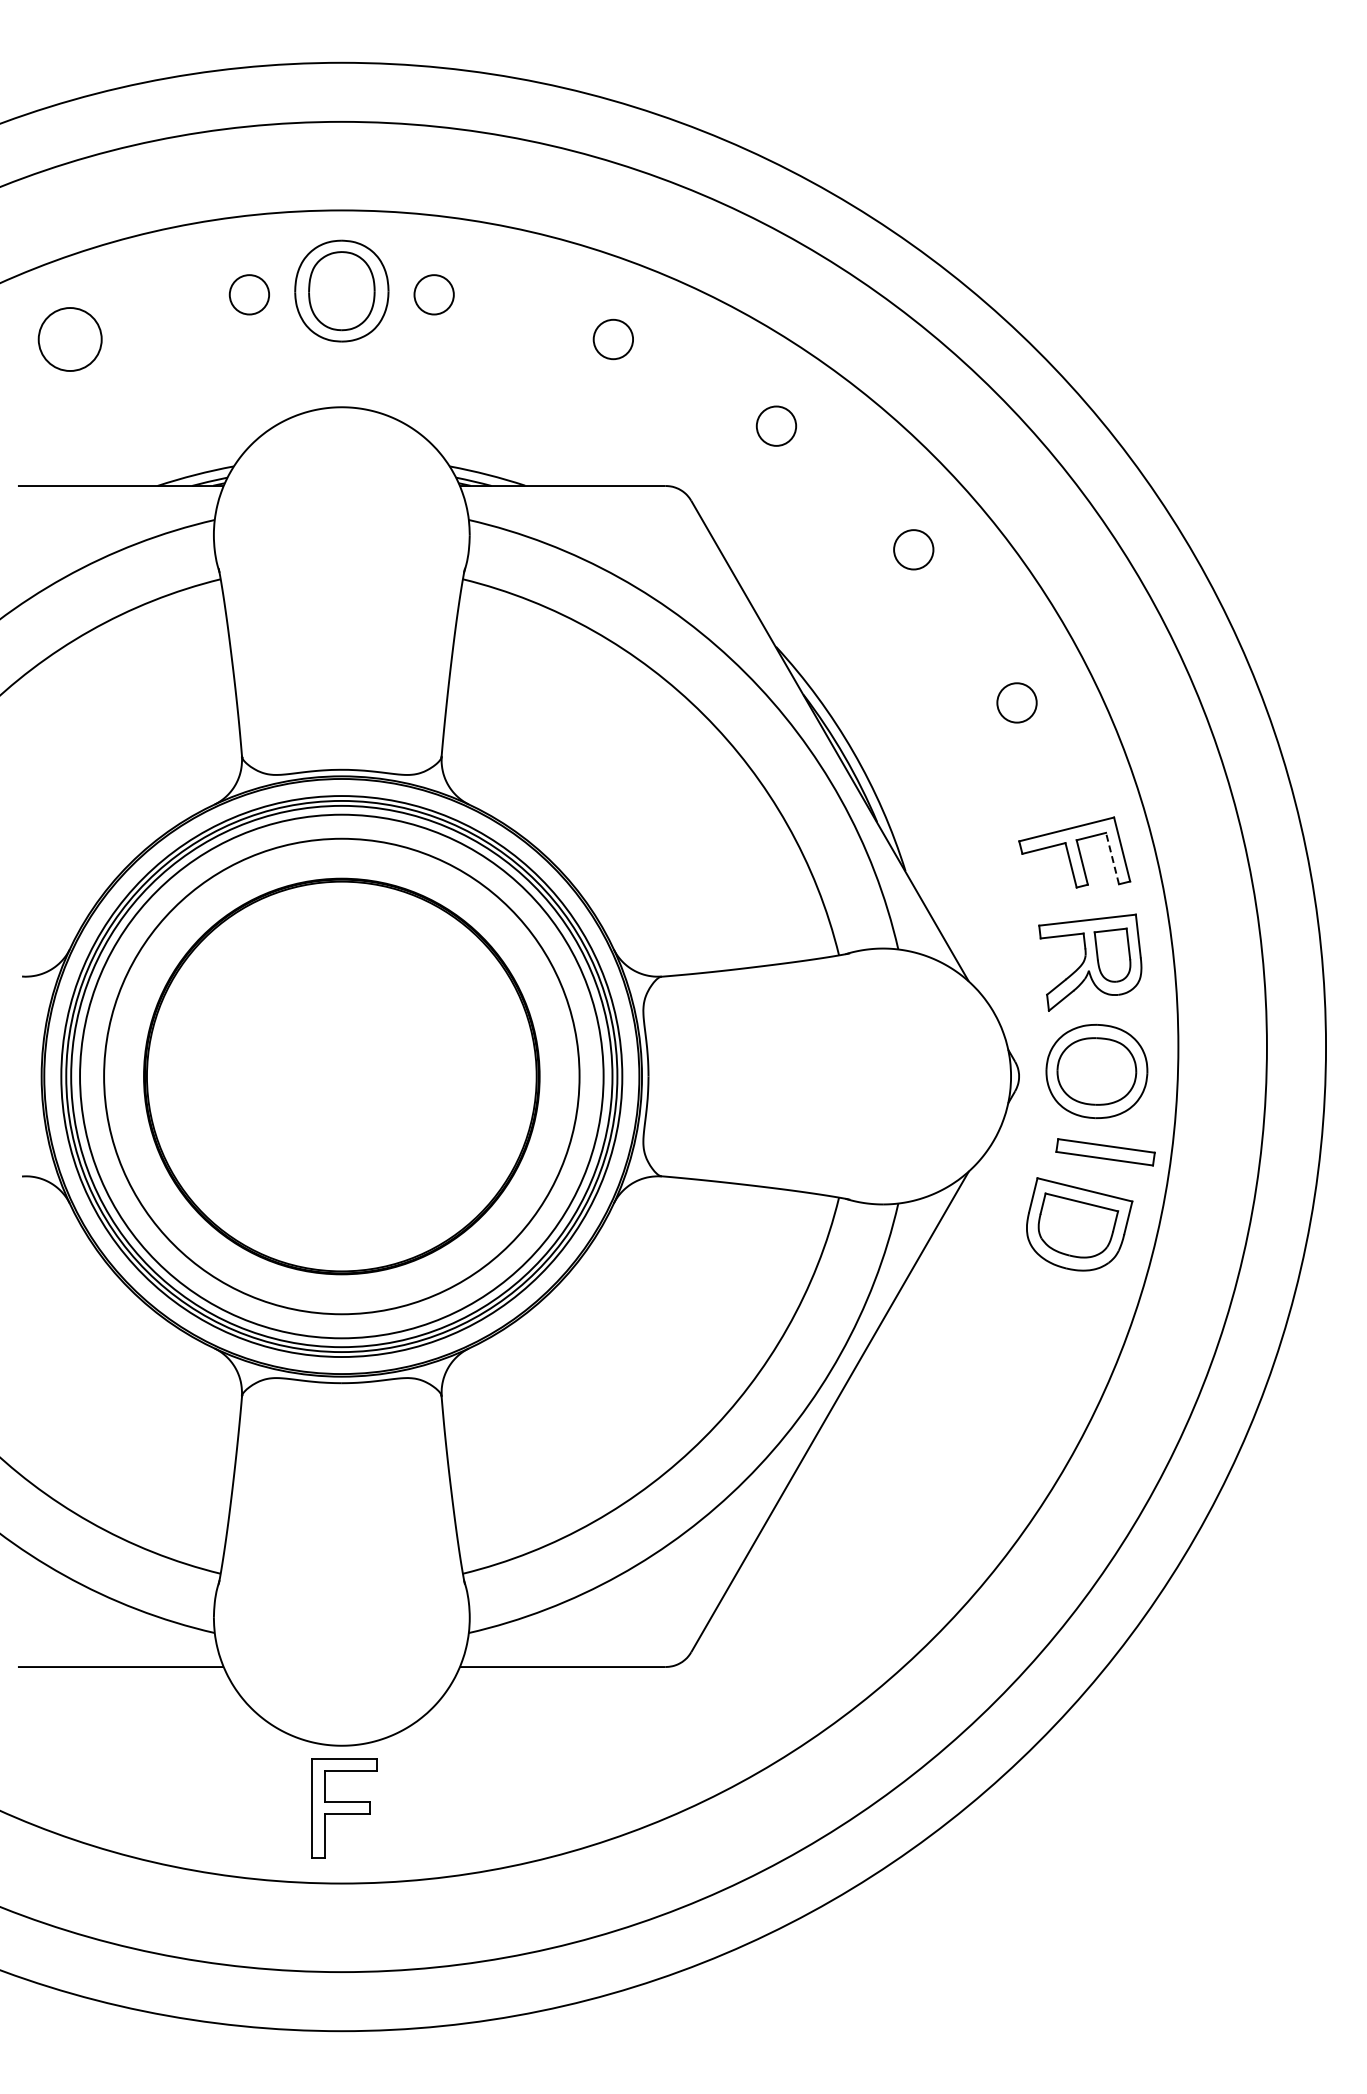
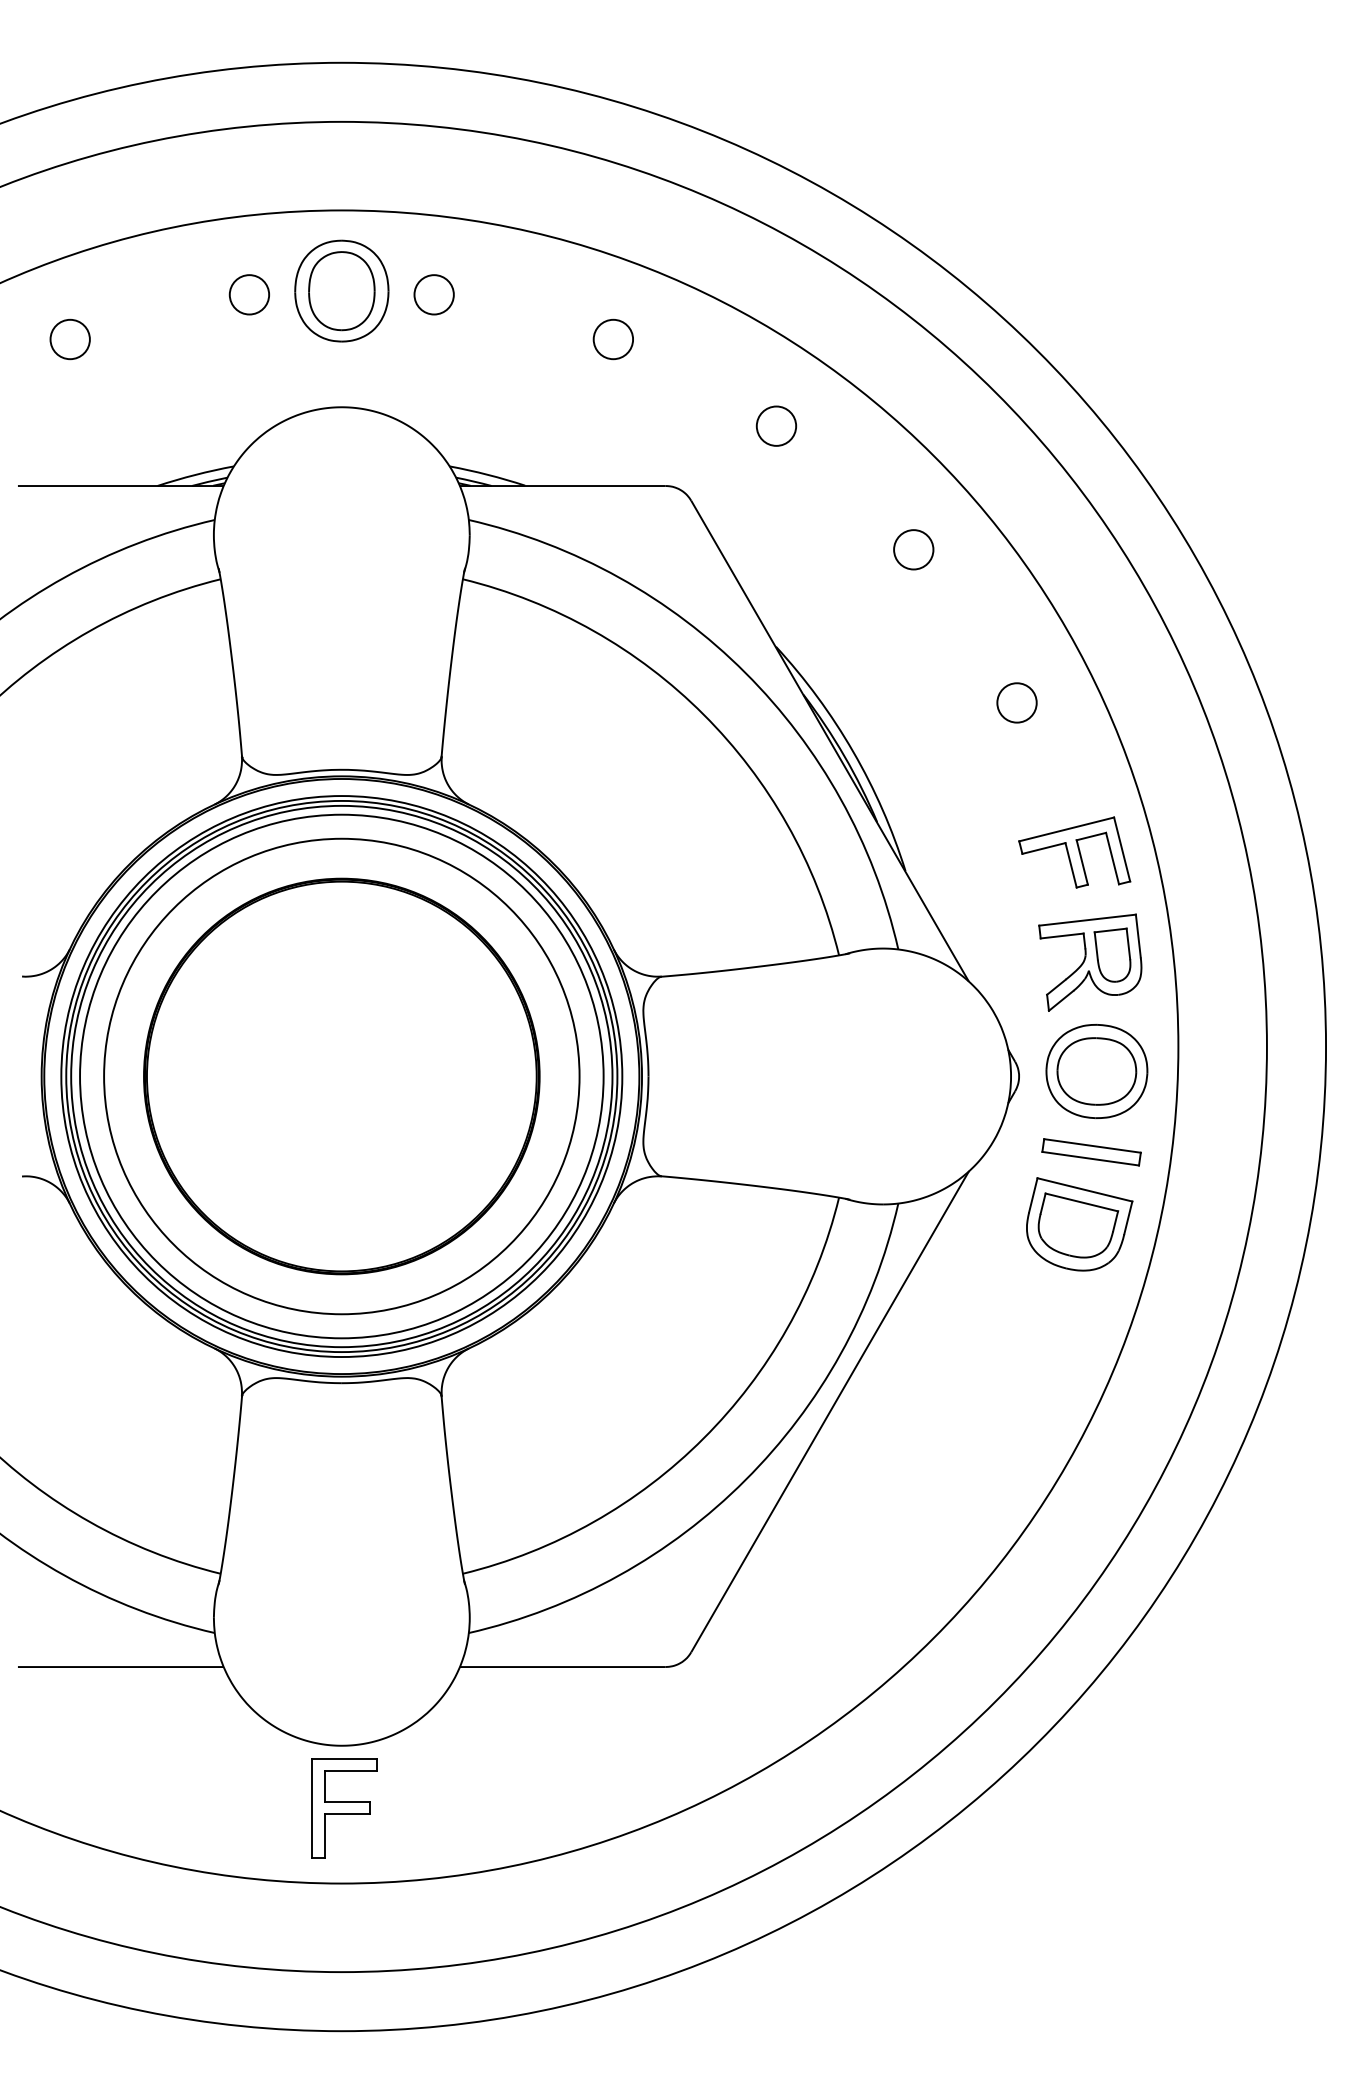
circle at (69, 339) diameter: 63 px -> 39 px
line at (1112, 858): dashed -> solid
part at (1105, 1152) position: (1105, 1152) -> (1091, 1152)
